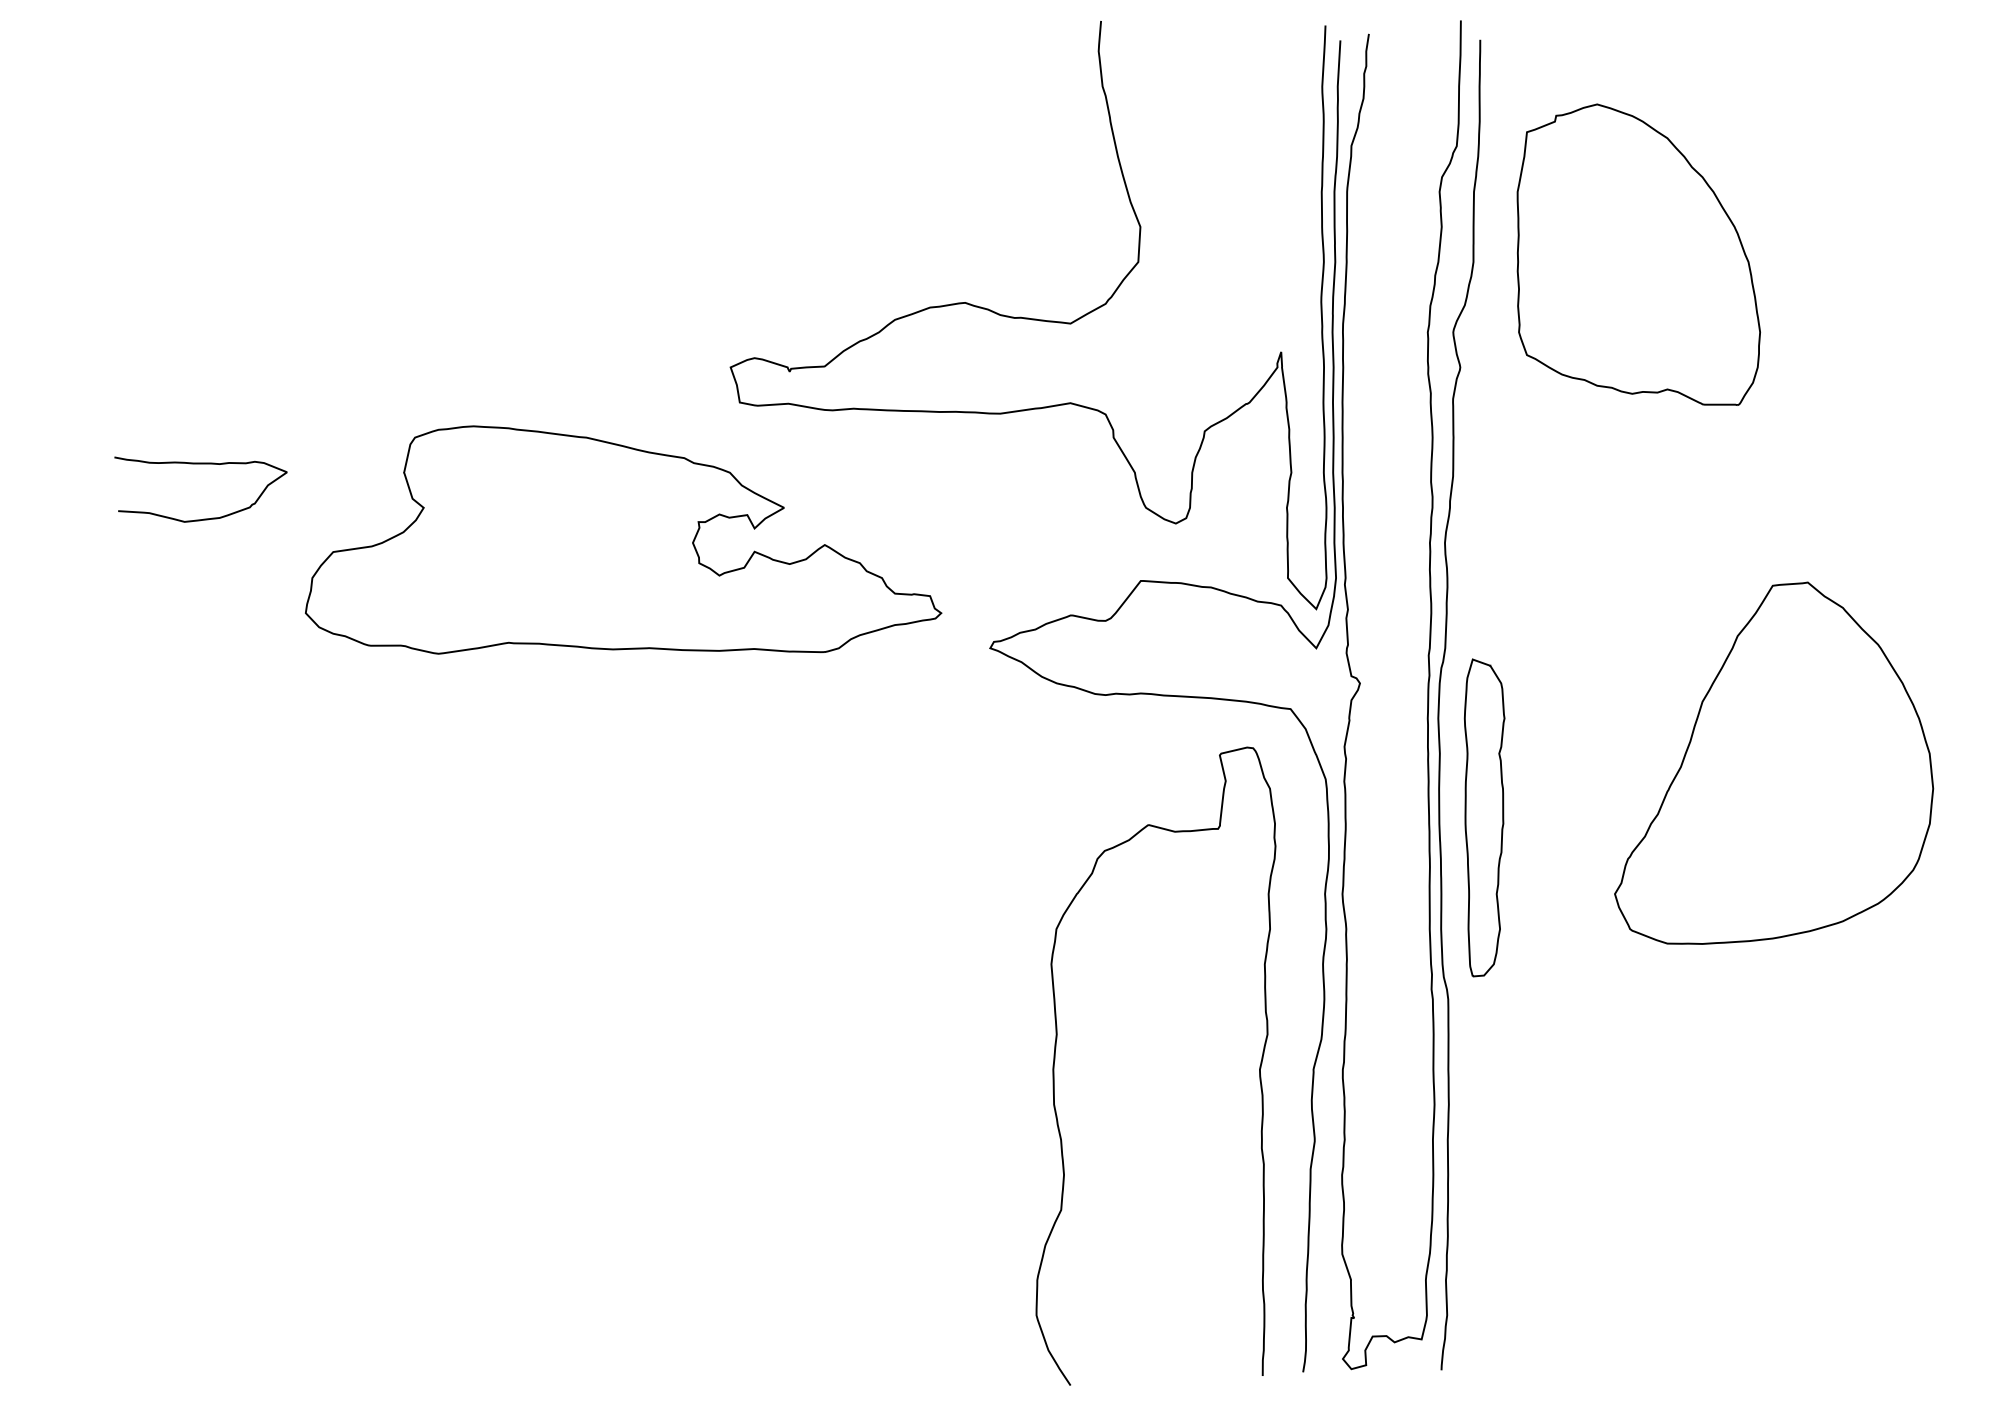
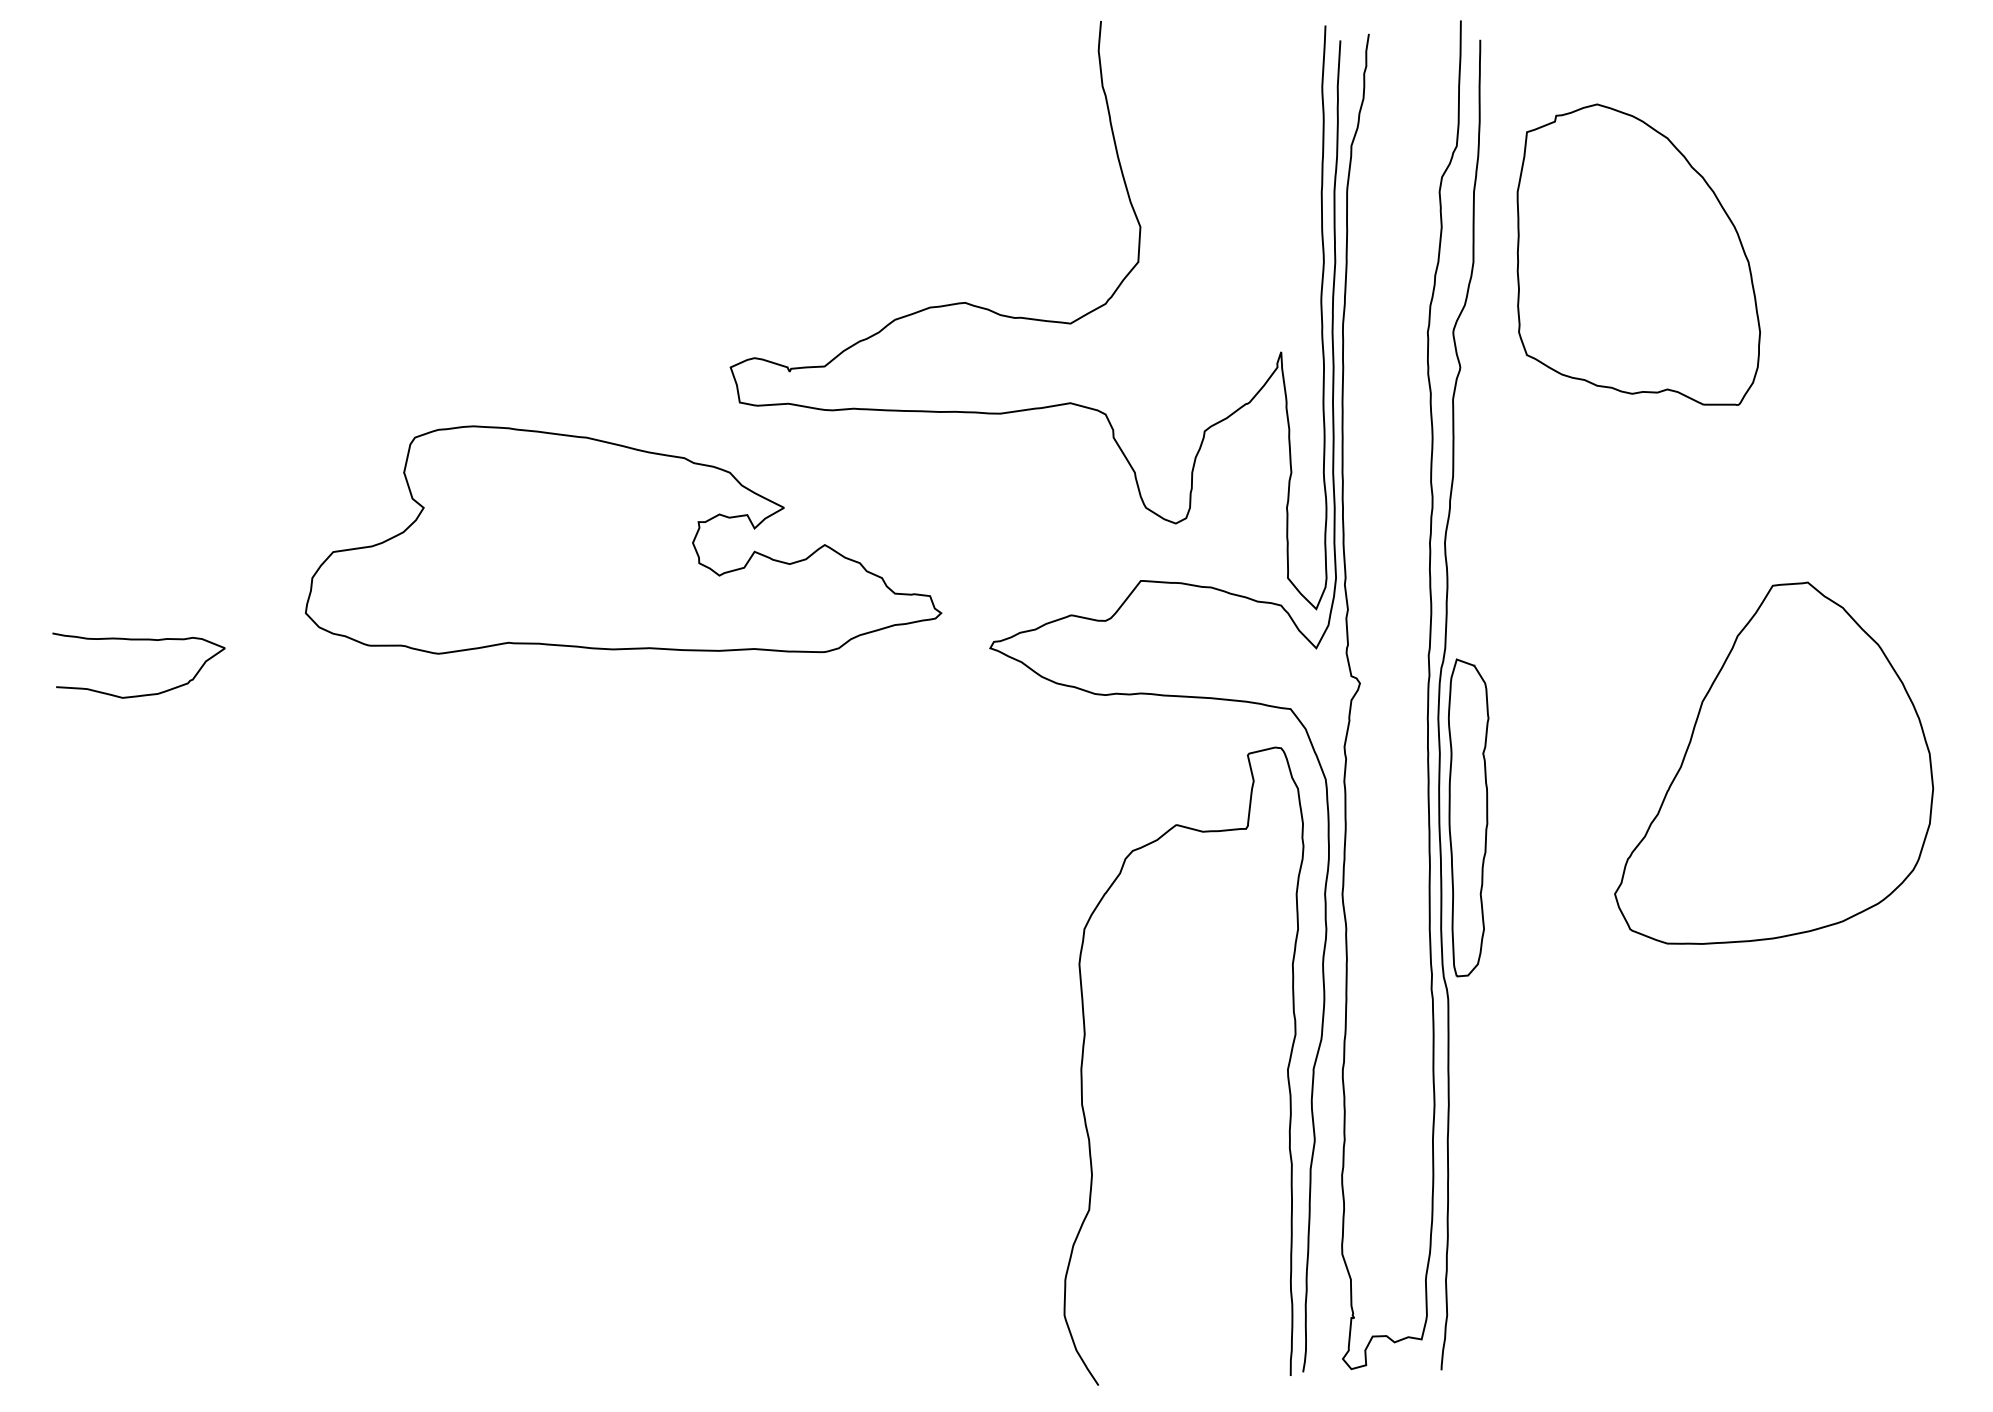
curve at (200, 464) position: (200, 464) -> (138, 640)
part at (1484, 817) position: (1484, 817) -> (1468, 817)
curve at (1055, 1060) position: (1055, 1060) -> (1083, 1060)
